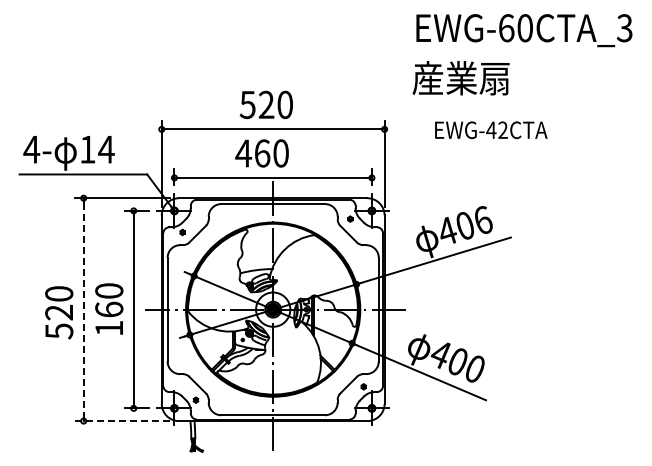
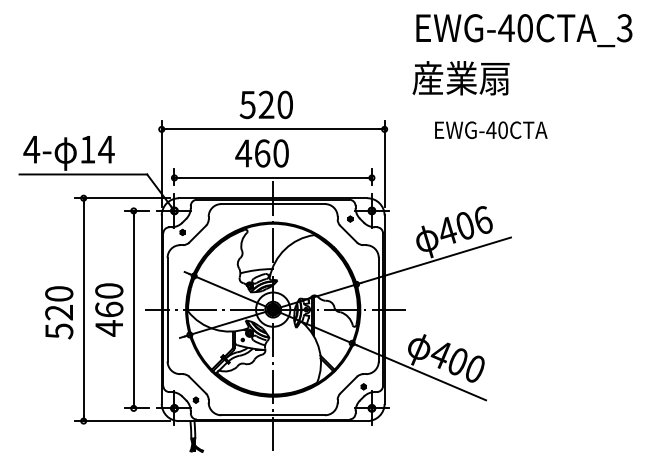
text at (506, 28): EWG-60CTA_3 -> EWG-40CTA_3
text at (502, 130): EWG-42CTA -> EWG-40CTA
line at (83, 310): dashed -> solid
text at (108, 328): 160 -> 460
line at (122, 421): dashed -> solid
